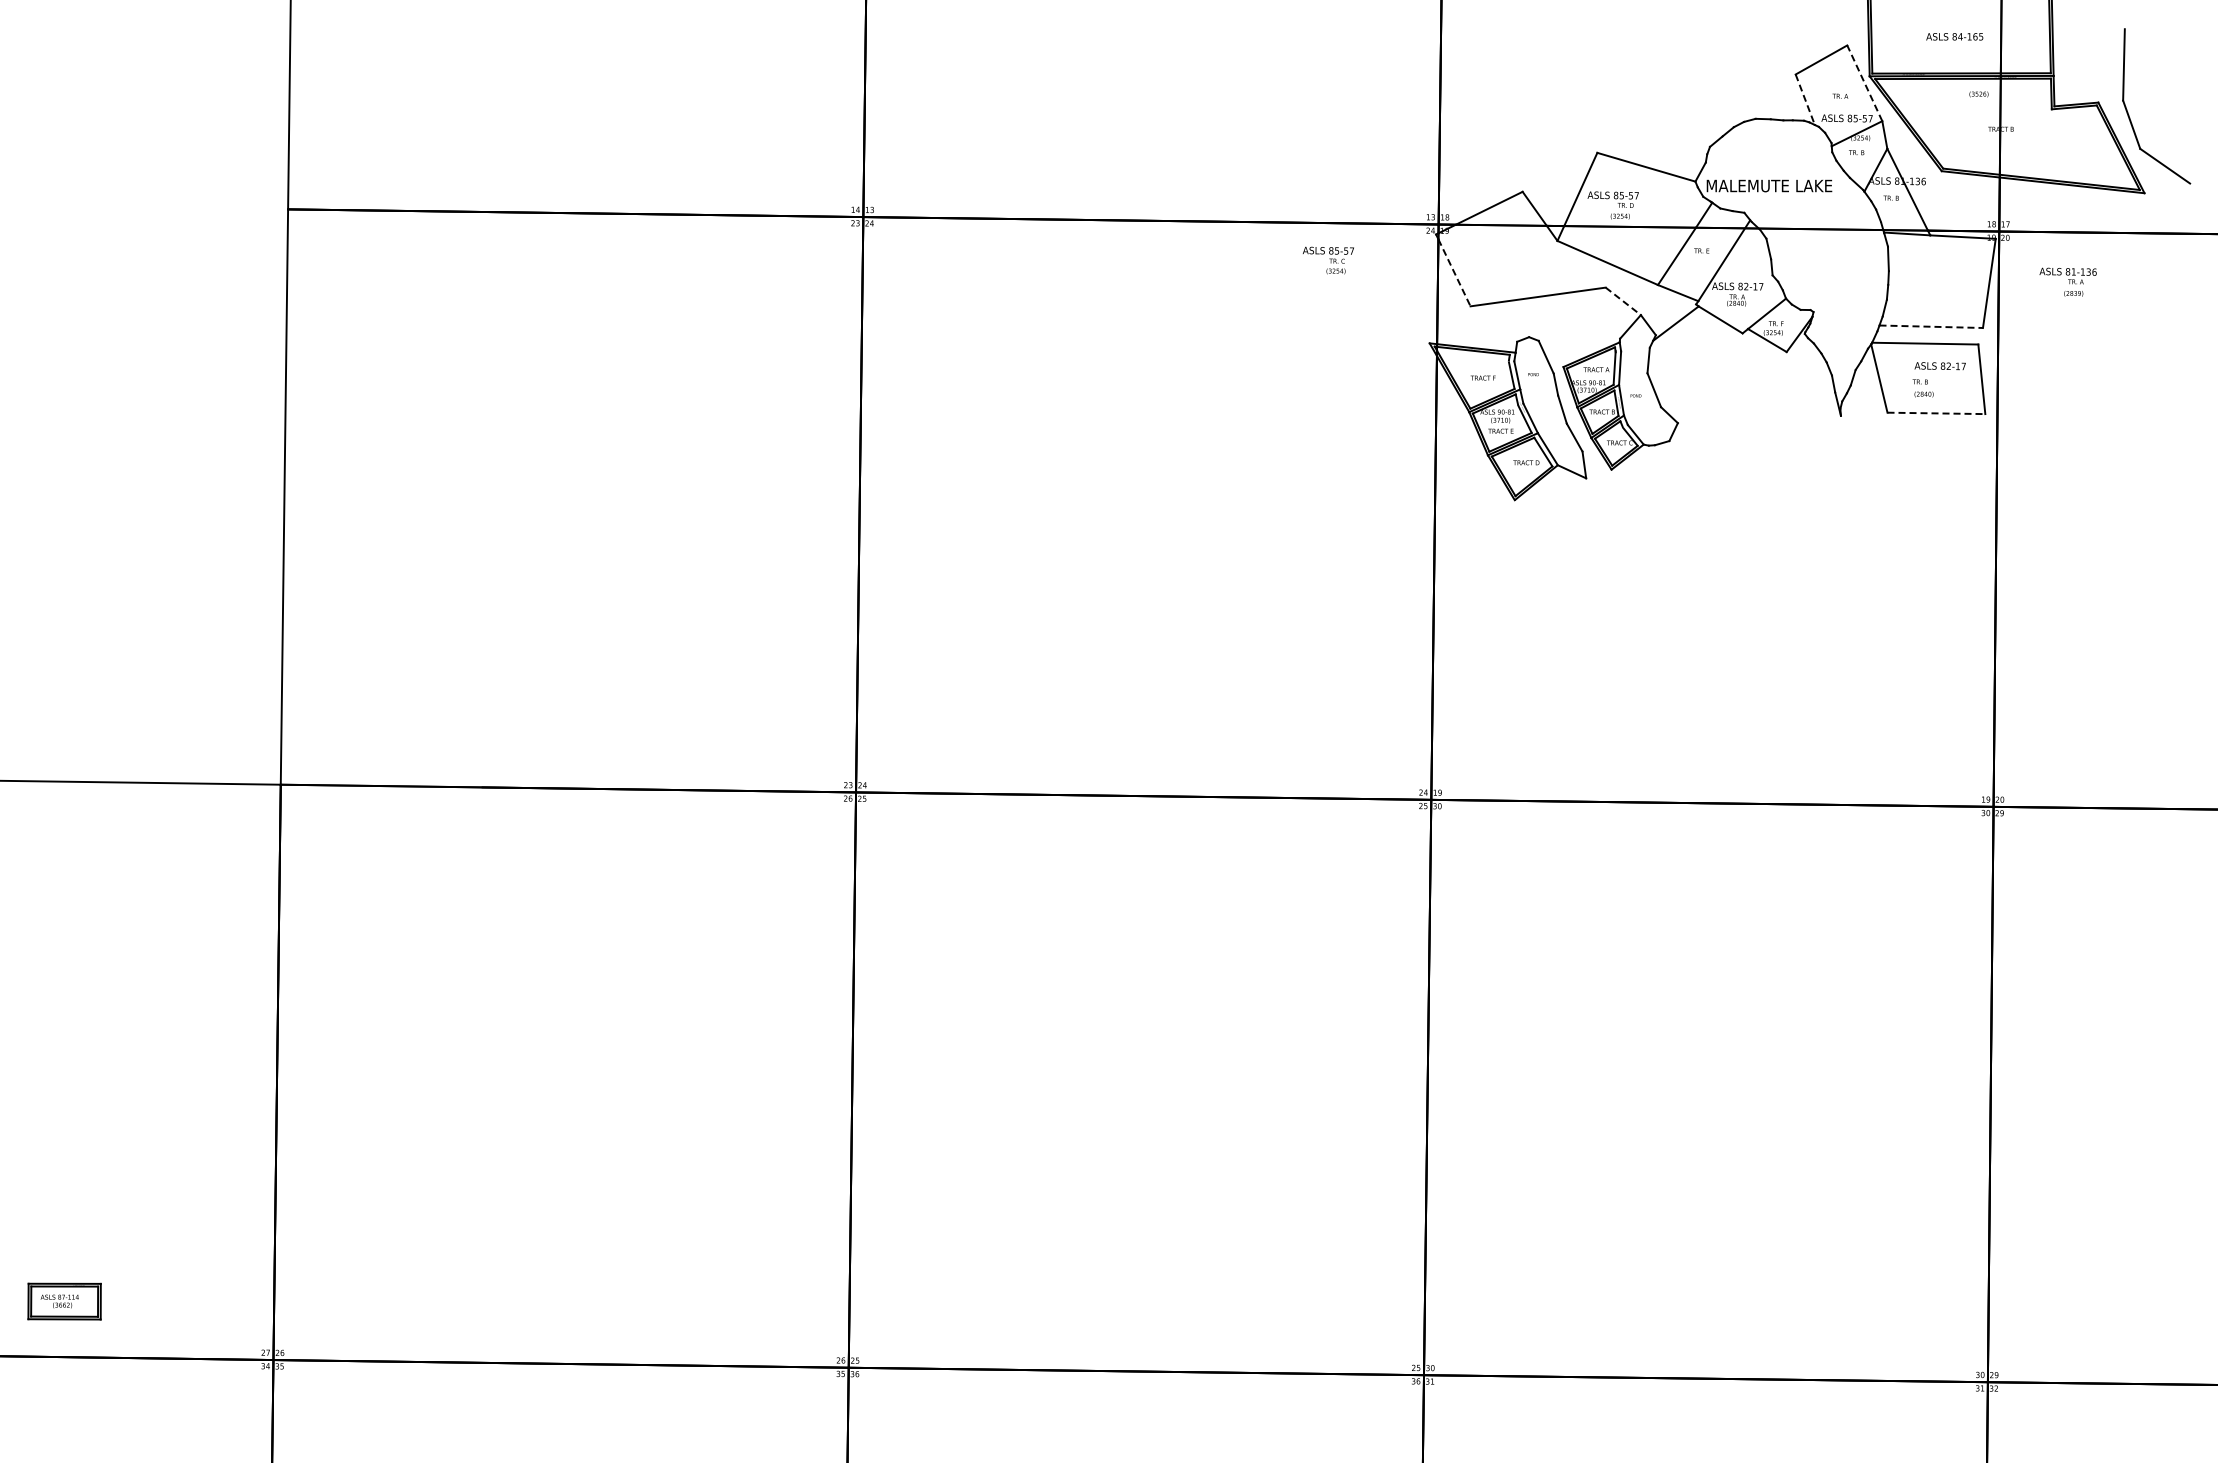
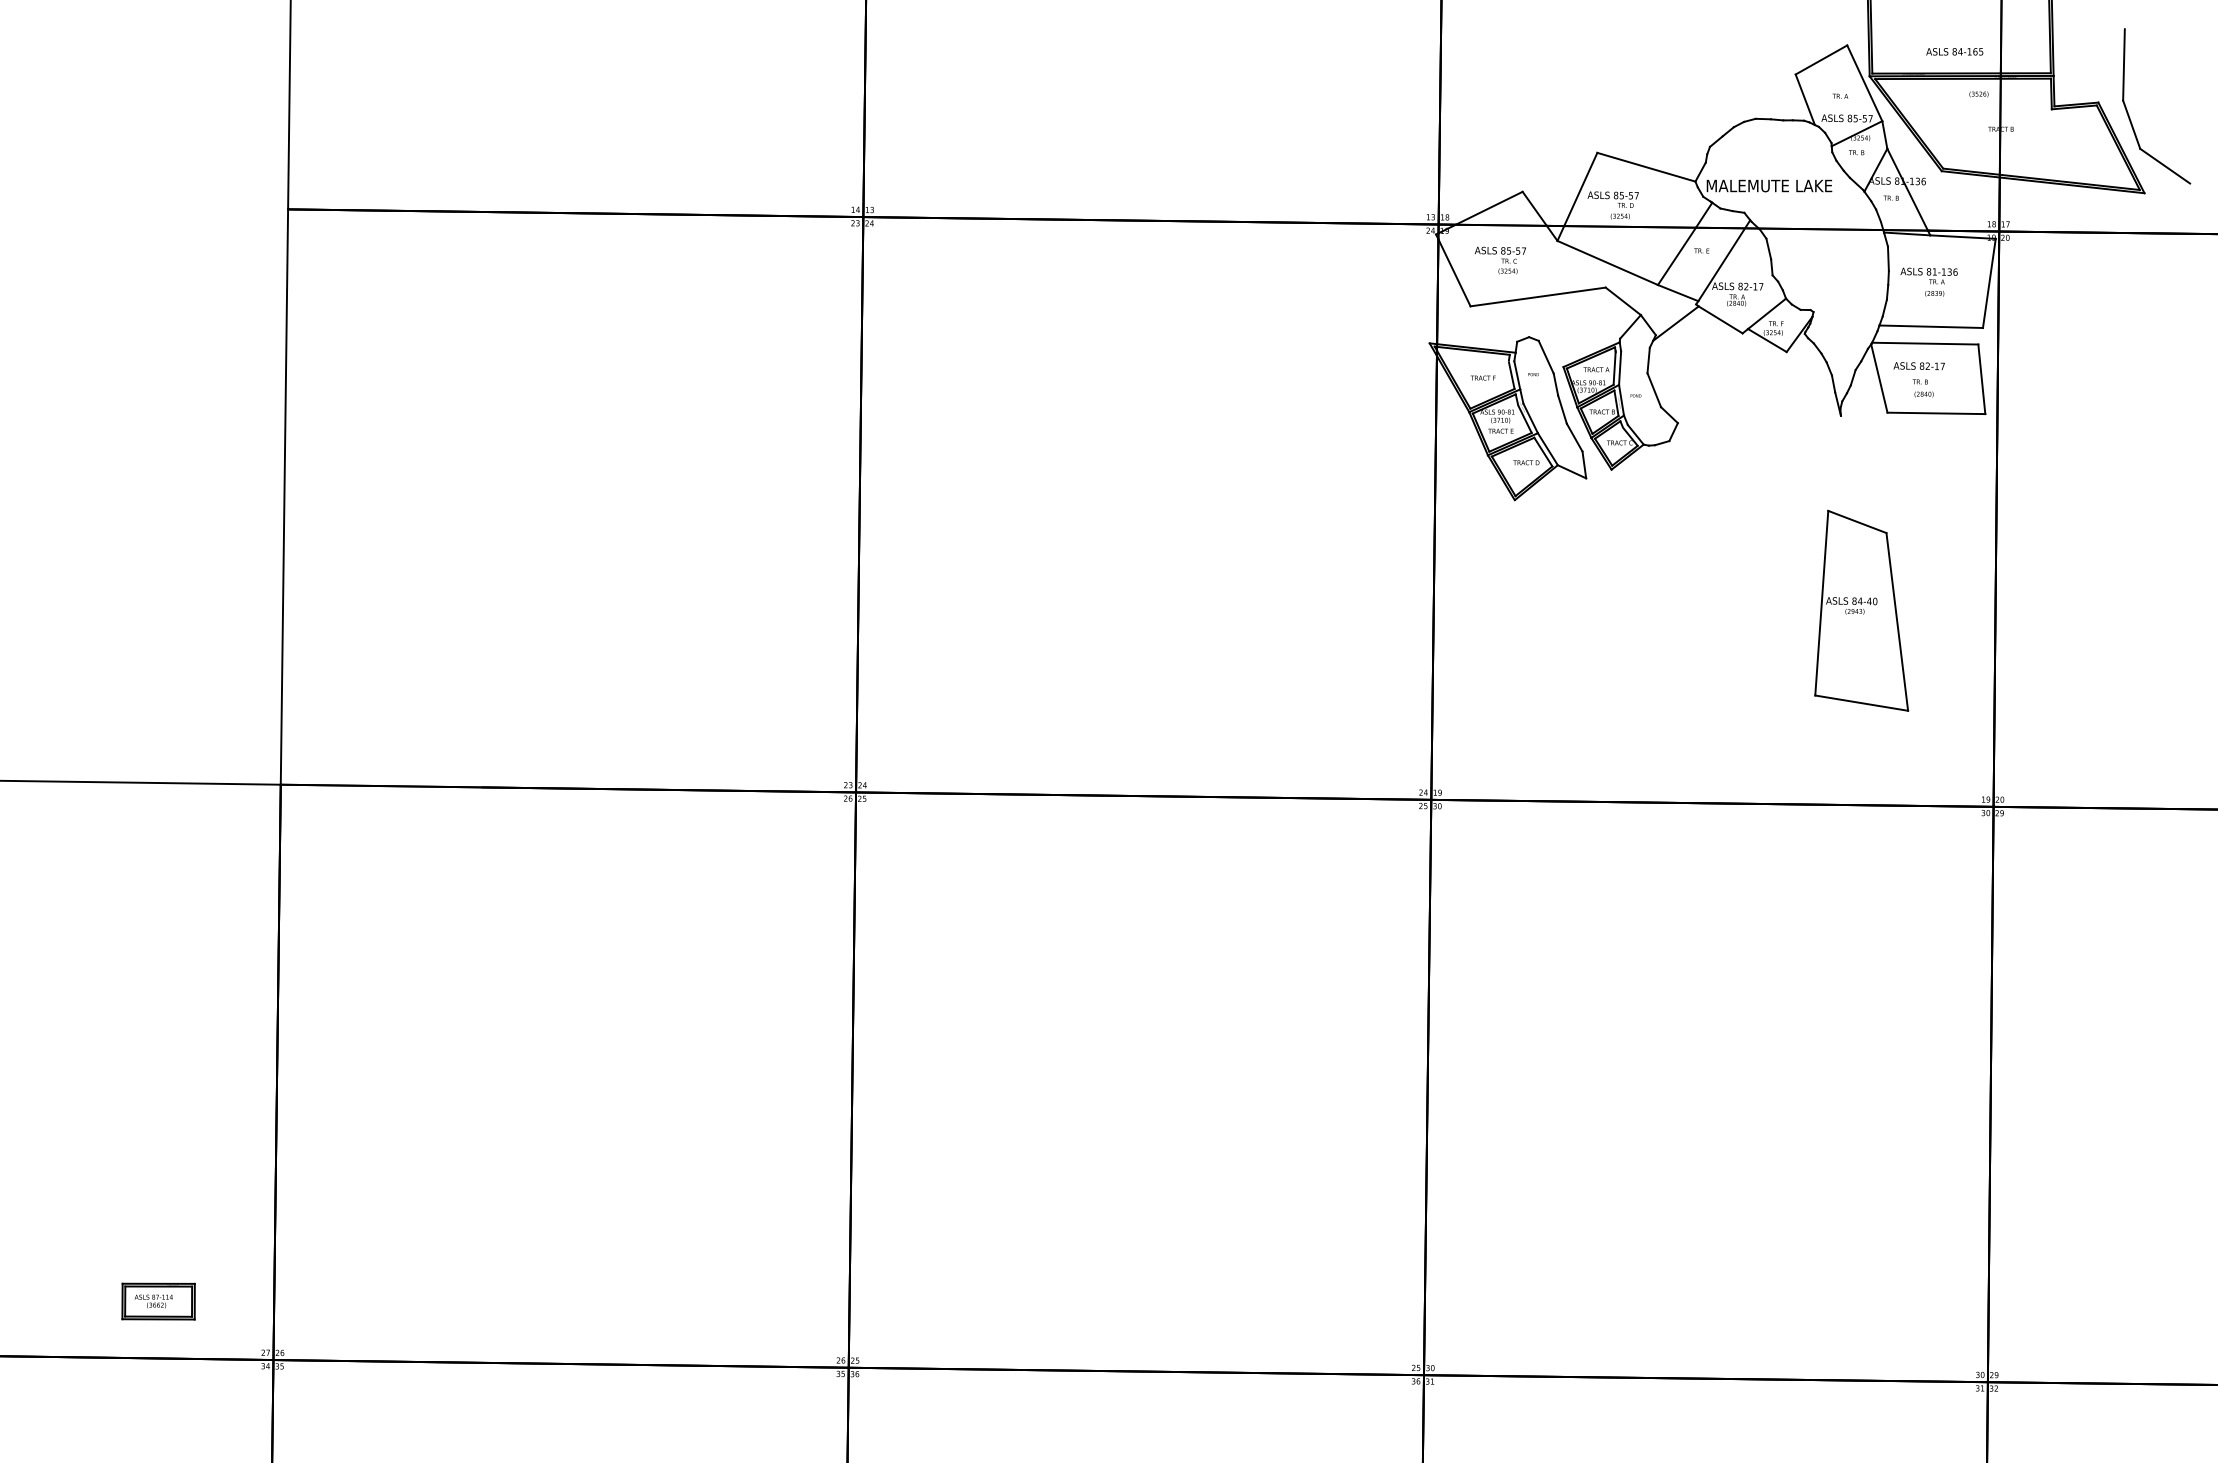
text at (1954, 36) position: (1954, 36) -> (1954, 51)
line at (1864, 83): dashed -> solid
line at (1805, 100): dashed -> solid
text at (1328, 260) position: (1328, 260) -> (1500, 260)
line at (1454, 273): dashed -> solid
text at (2067, 281) position: (2067, 281) -> (1928, 281)
line at (1623, 301): dashed -> solid
line at (1931, 326): dashed -> solid
text at (1939, 366) position: (1939, 366) -> (1918, 366)
line at (1936, 413): dashed -> solid
part at (1861, 610): none -> present
part at (64, 1301) position: (64, 1301) -> (158, 1301)
